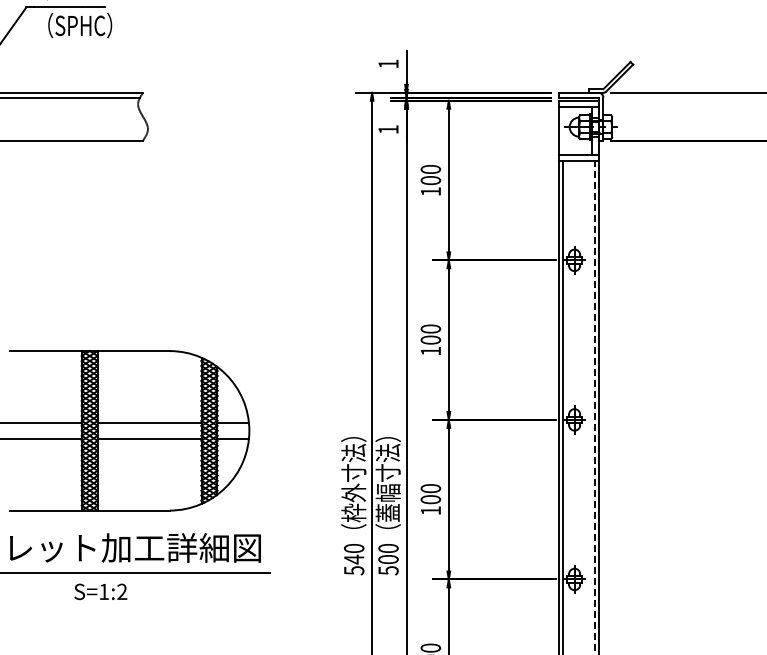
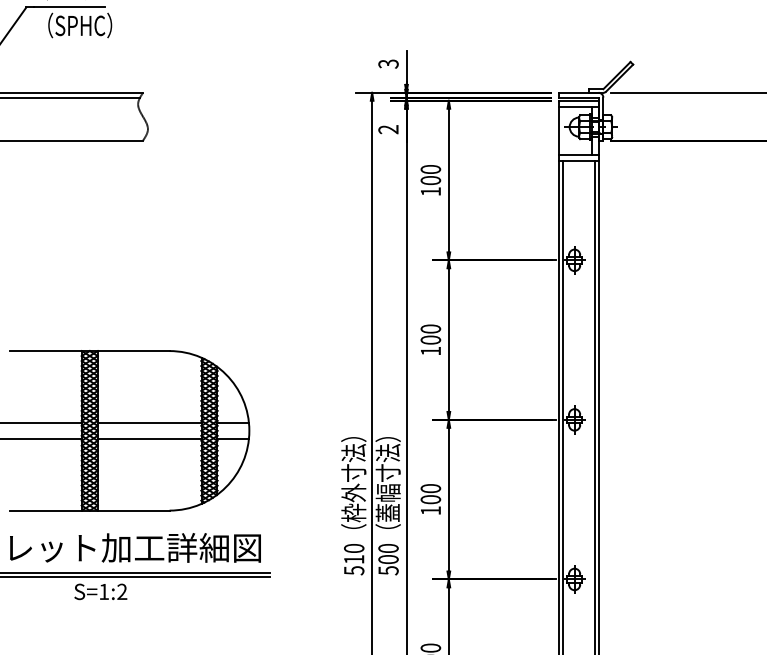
text at (388, 63): 1 -> 3
text at (388, 129): 1 -> 2
line at (594, 407): dashed -> solid
text at (354, 559): 540 -> 510
line at (136, 576): none -> present
